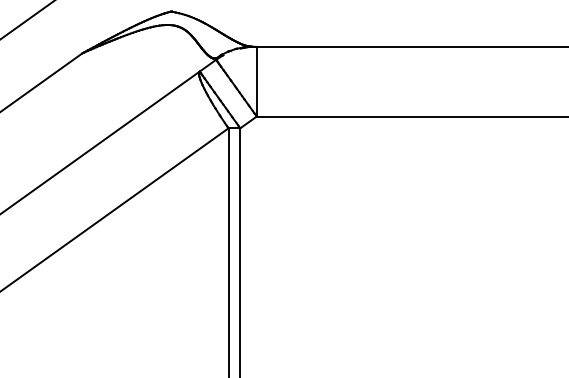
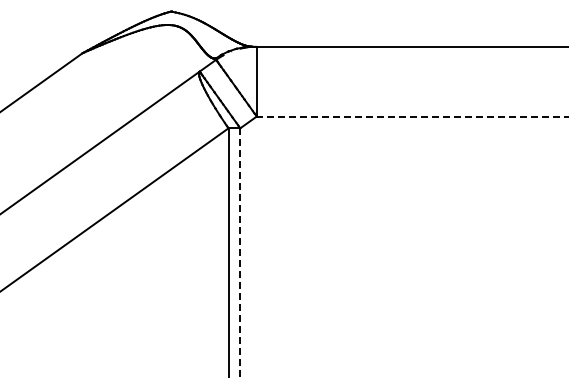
line at (27, 20): present -> none
line at (412, 116): solid -> dashed
line at (240, 253): solid -> dashed
